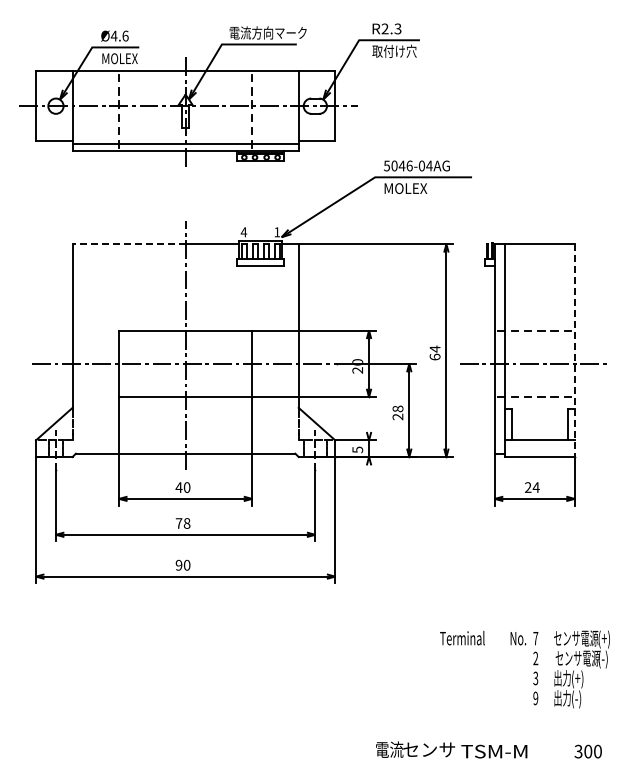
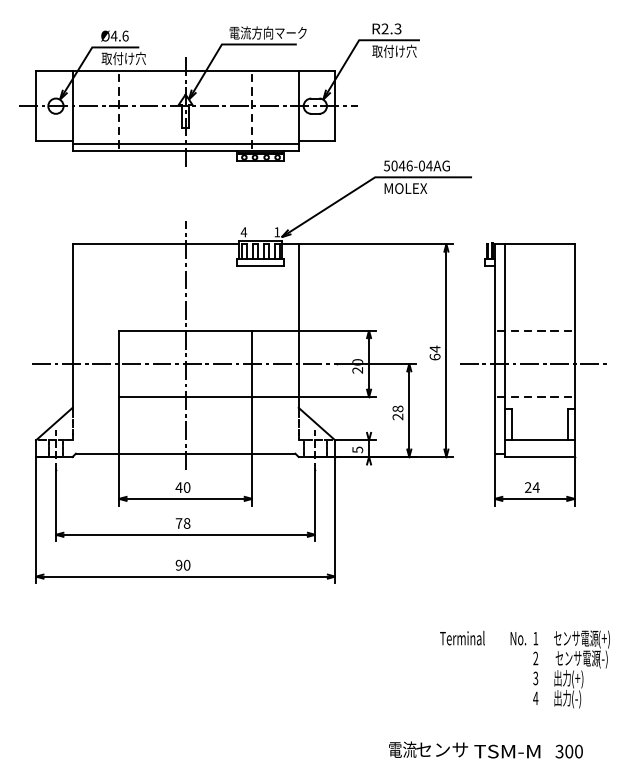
text at (123, 58): MOLEX -> 取付け穴
line at (129, 244): dashed -> solid
line at (574, 351): dashed -> solid
text at (535, 638): 7 -> 1
text at (535, 698): 9 -> 4
text at (451, 749) position: (451, 749) -> (464, 749)
text at (587, 751) position: (587, 751) -> (568, 751)
